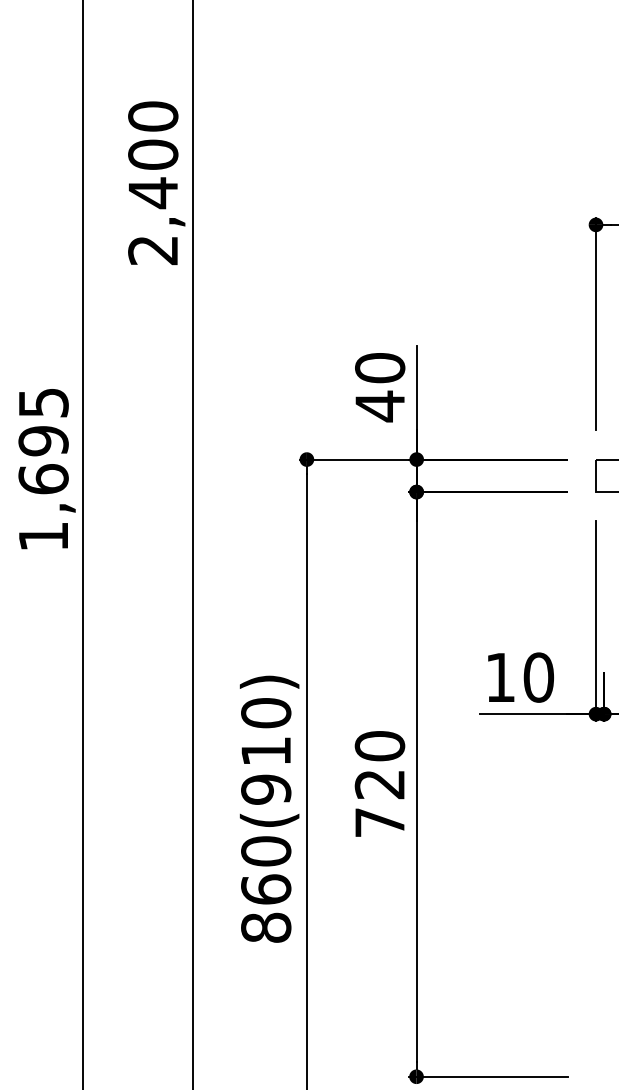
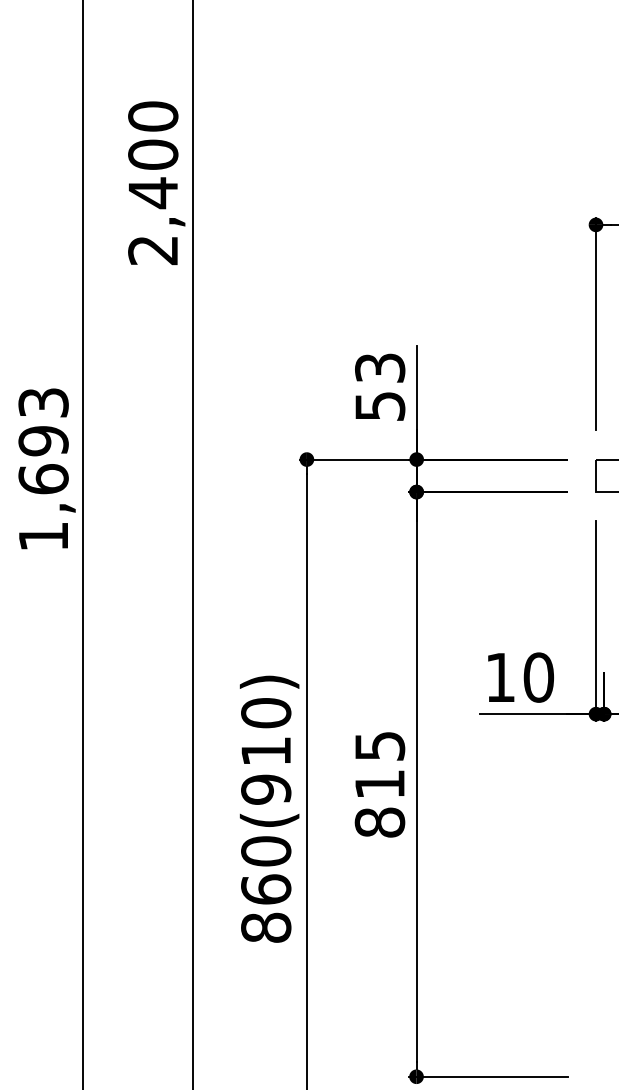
text at (380, 387): 40 -> 53
text at (43, 402): 1,695 -> 1,693
text at (379, 784): 720 -> 815
